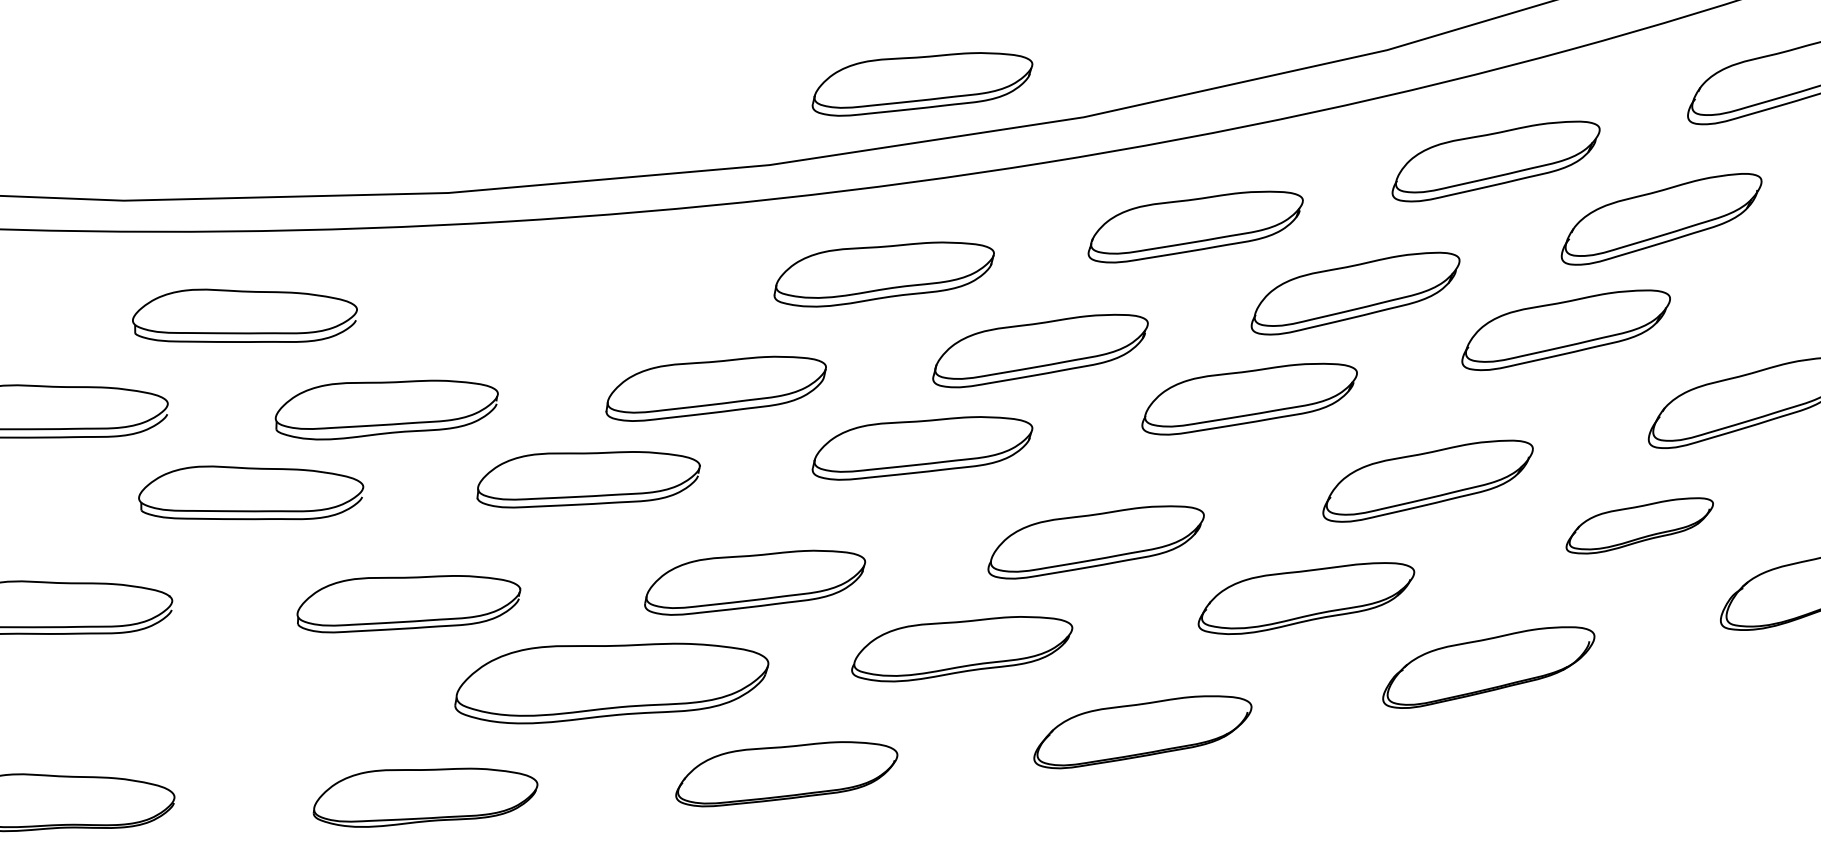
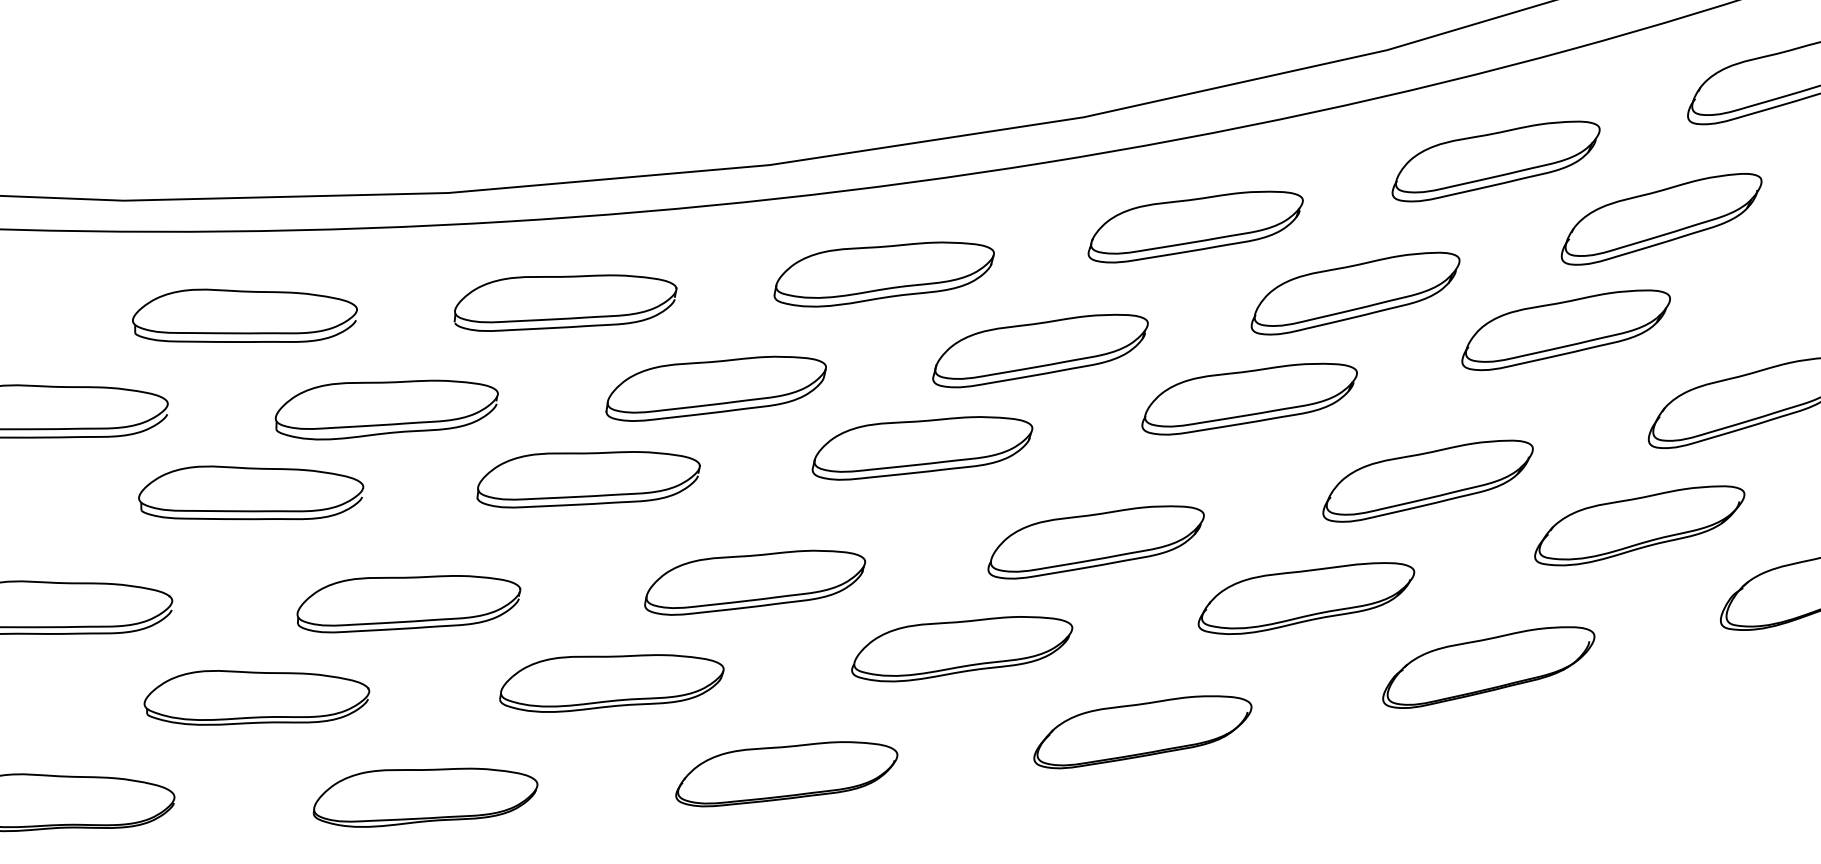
part at (922, 84): present -> none
part at (565, 302): none -> present
part at (1639, 525) size: 149x58 px -> 212x82 px
part at (611, 683) size: 316x83 px -> 226x59 px
part at (256, 697): none -> present
